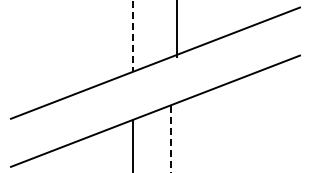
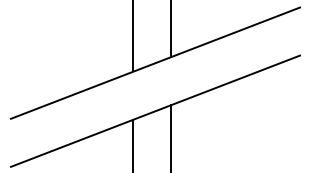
line at (177, 29) position: (177, 29) -> (171, 29)
line at (133, 36): dashed -> solid
line at (171, 138): dashed -> solid
